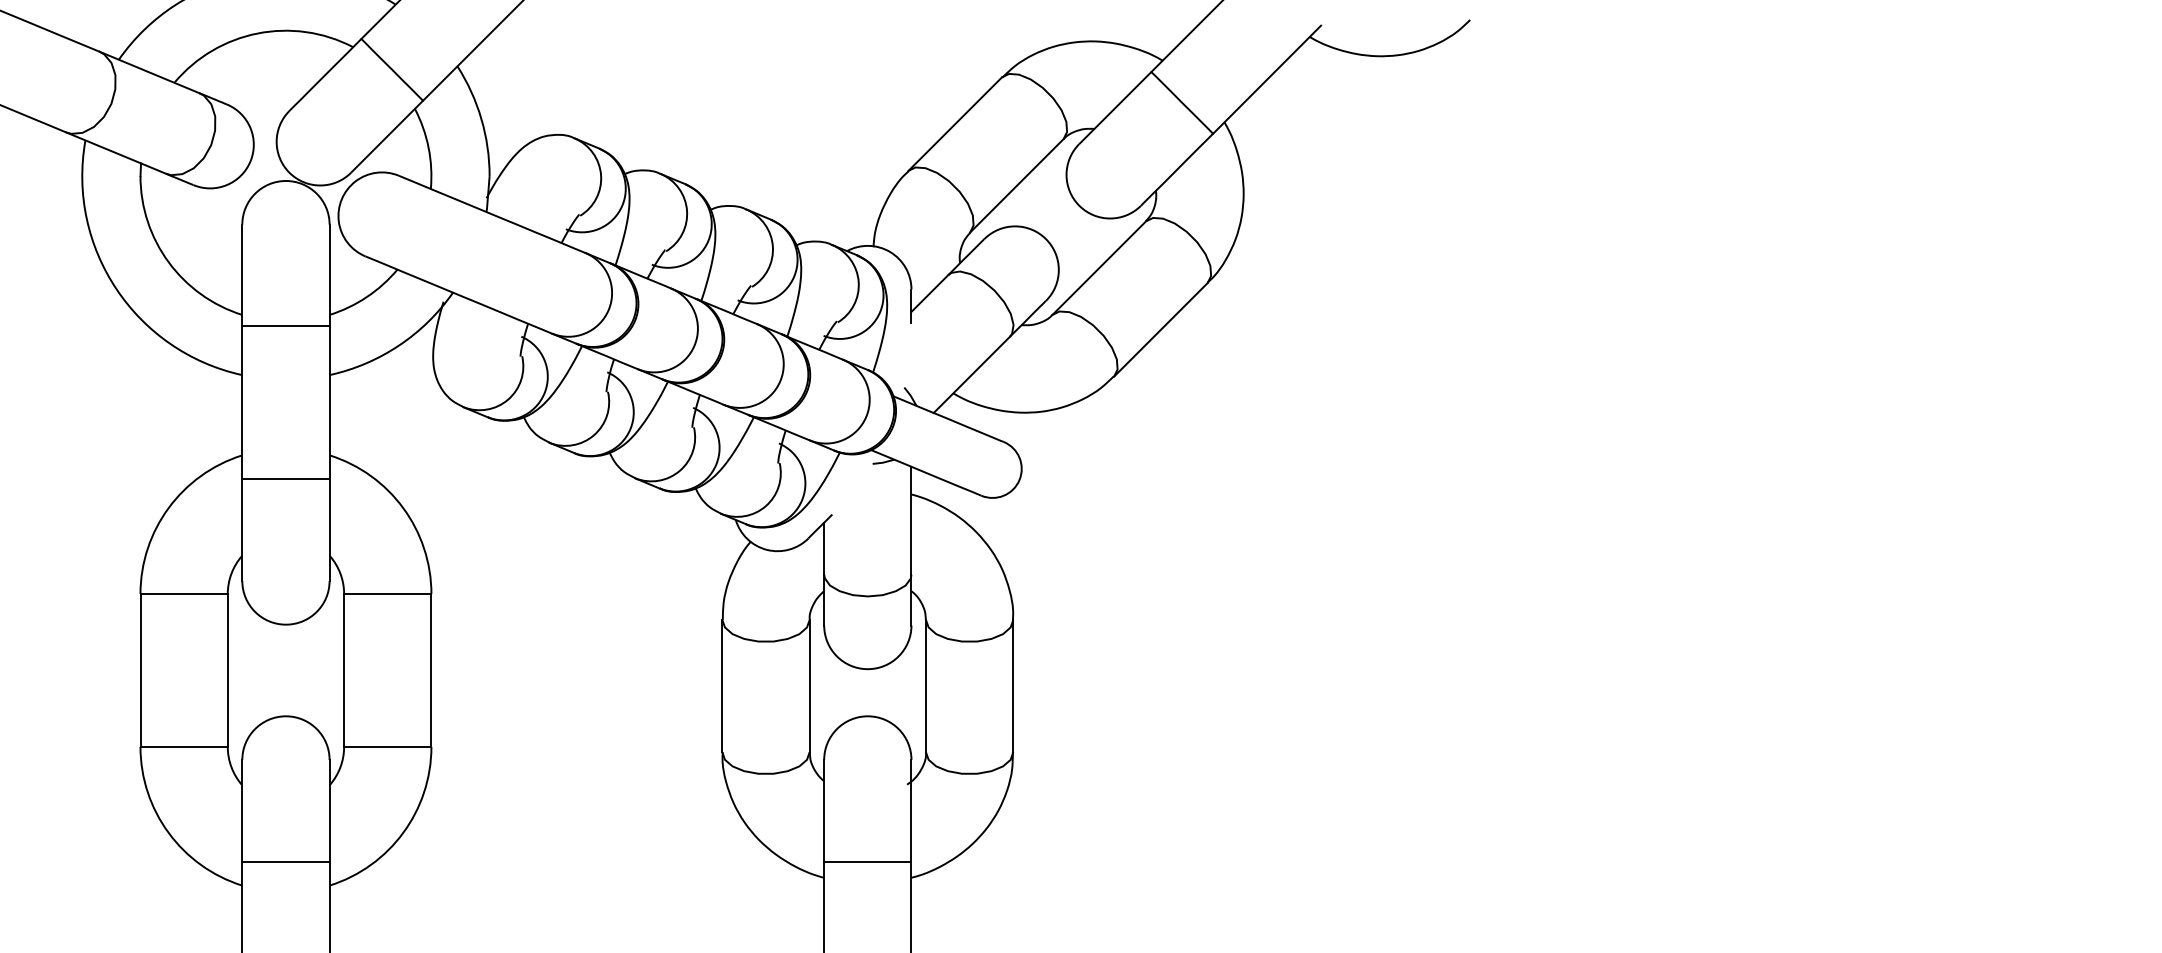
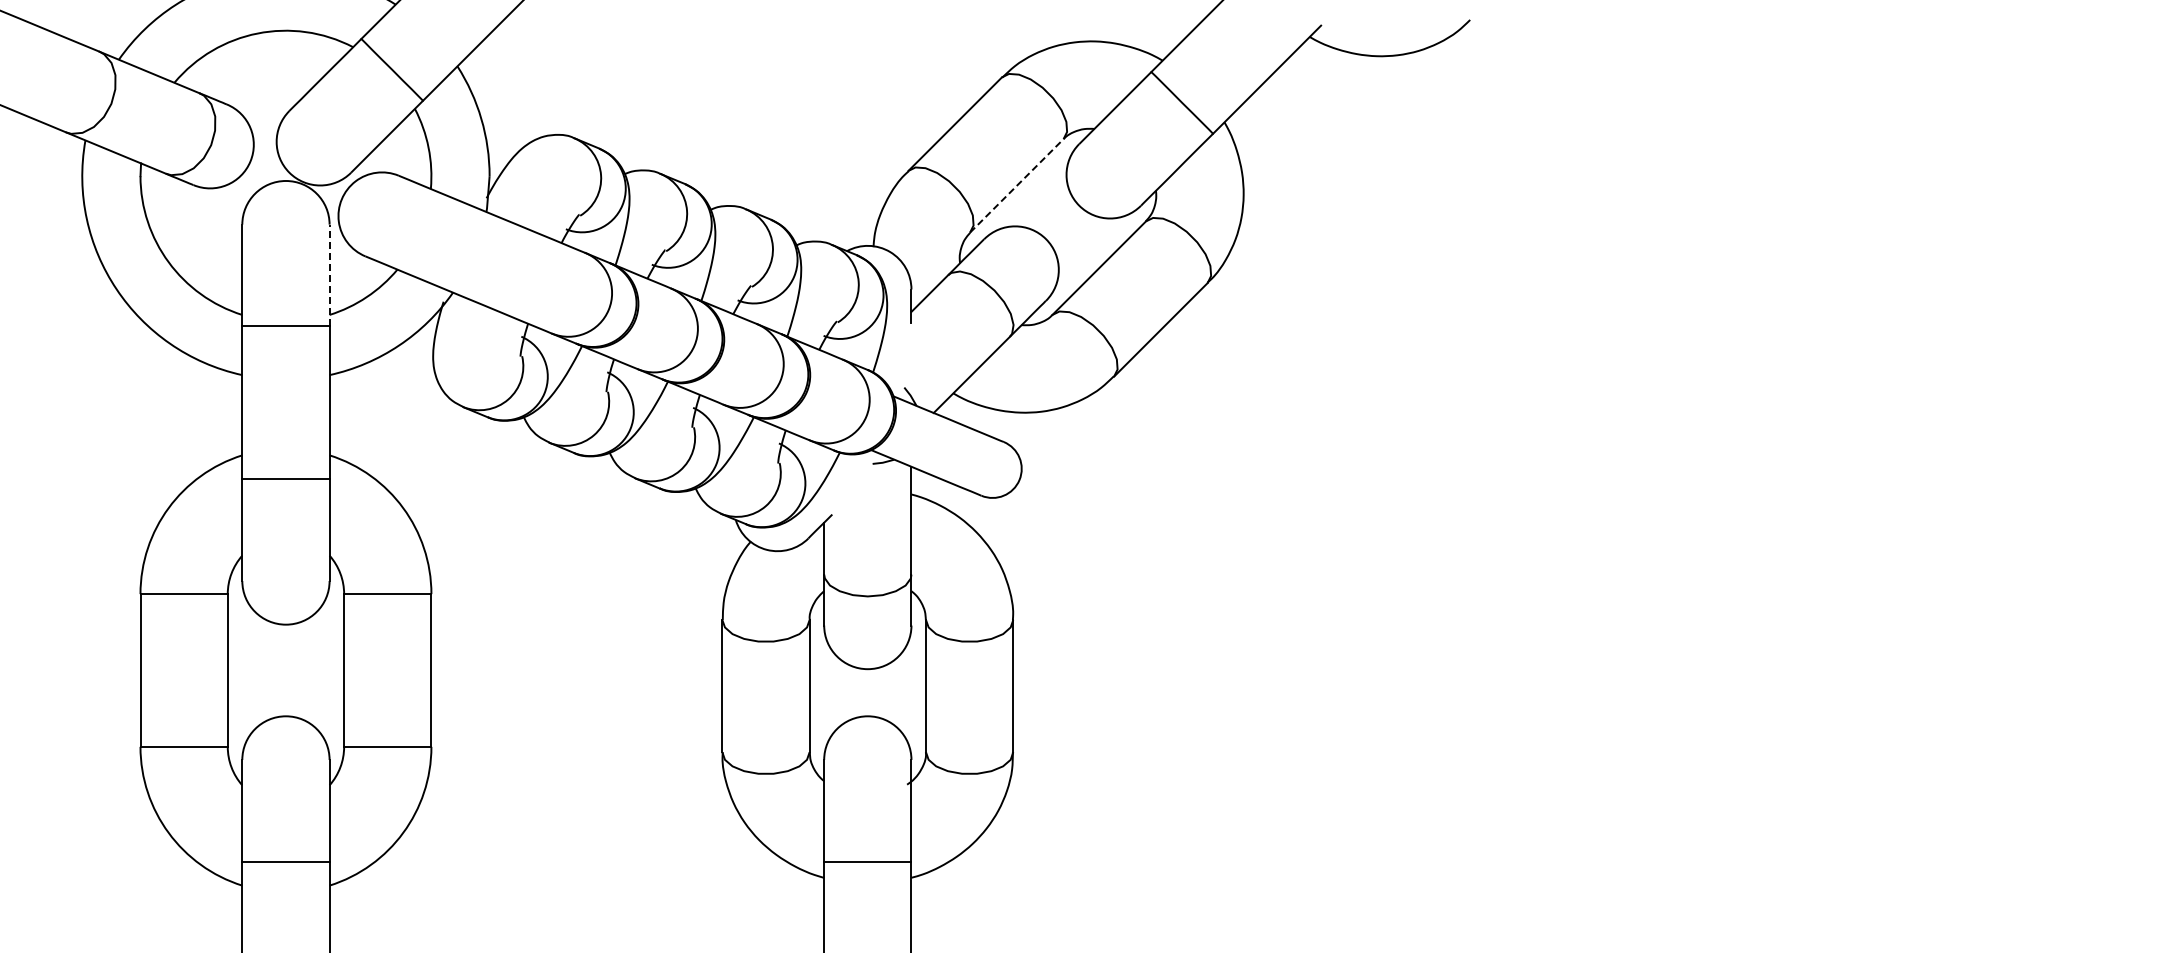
line at (1017, 185): solid -> dashed
line at (329, 275): solid -> dashed
